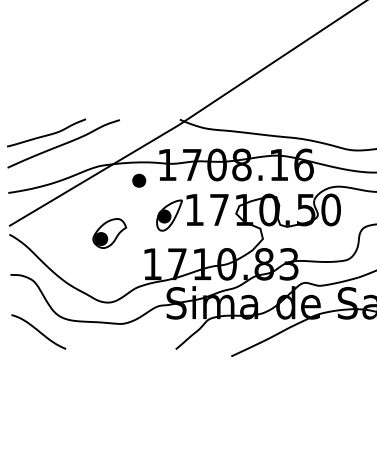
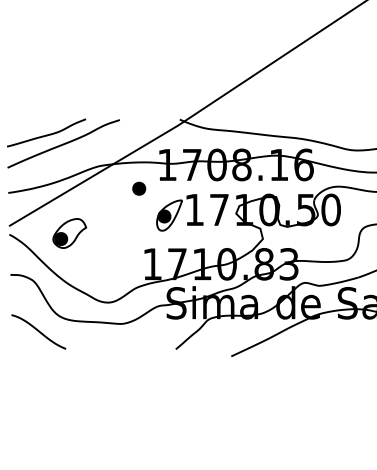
part at (139, 180) position: (139, 180) -> (139, 188)
part at (109, 233) position: (109, 233) -> (69, 233)
